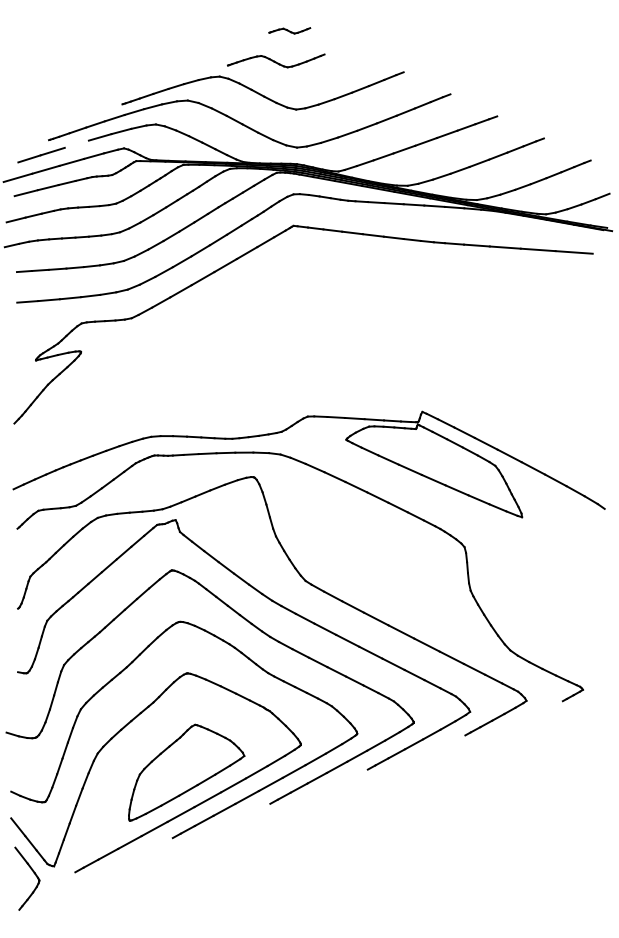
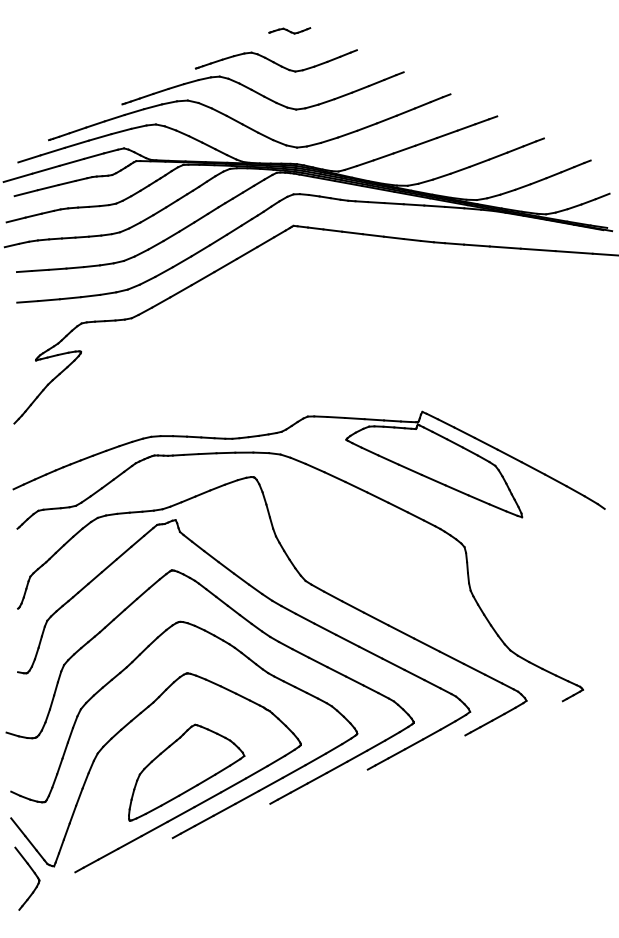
part at (276, 60) size: 99x16 px -> 164x24 px
line at (76, 143): none -> present
line at (603, 254): none -> present
